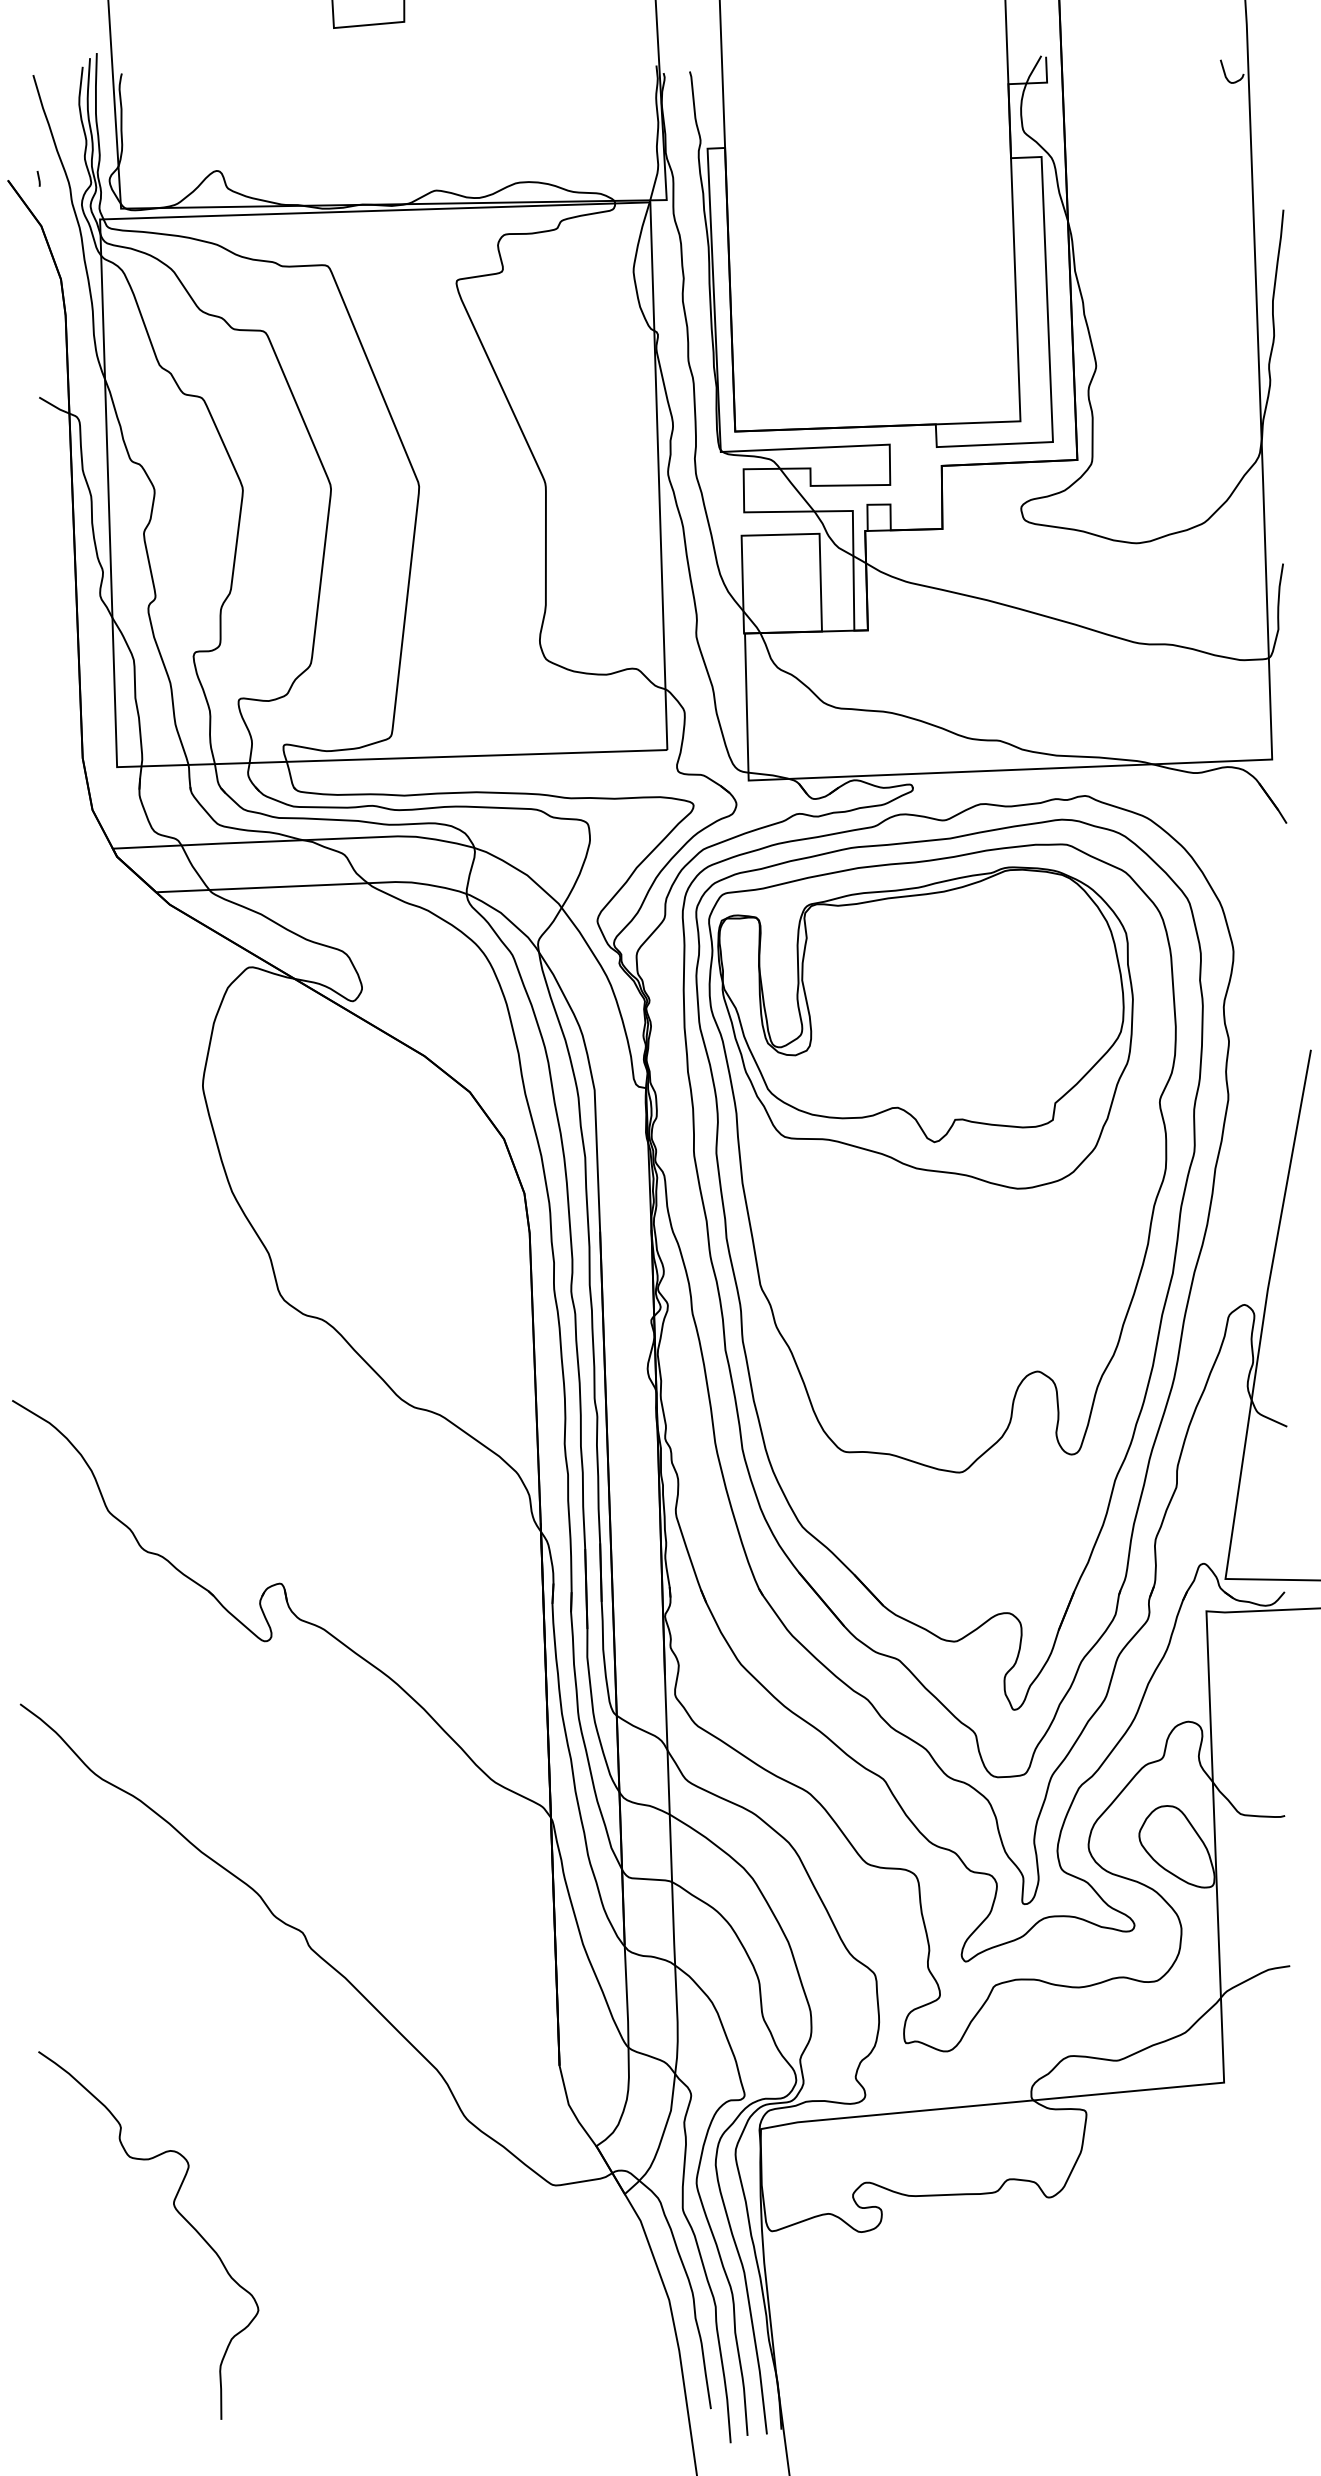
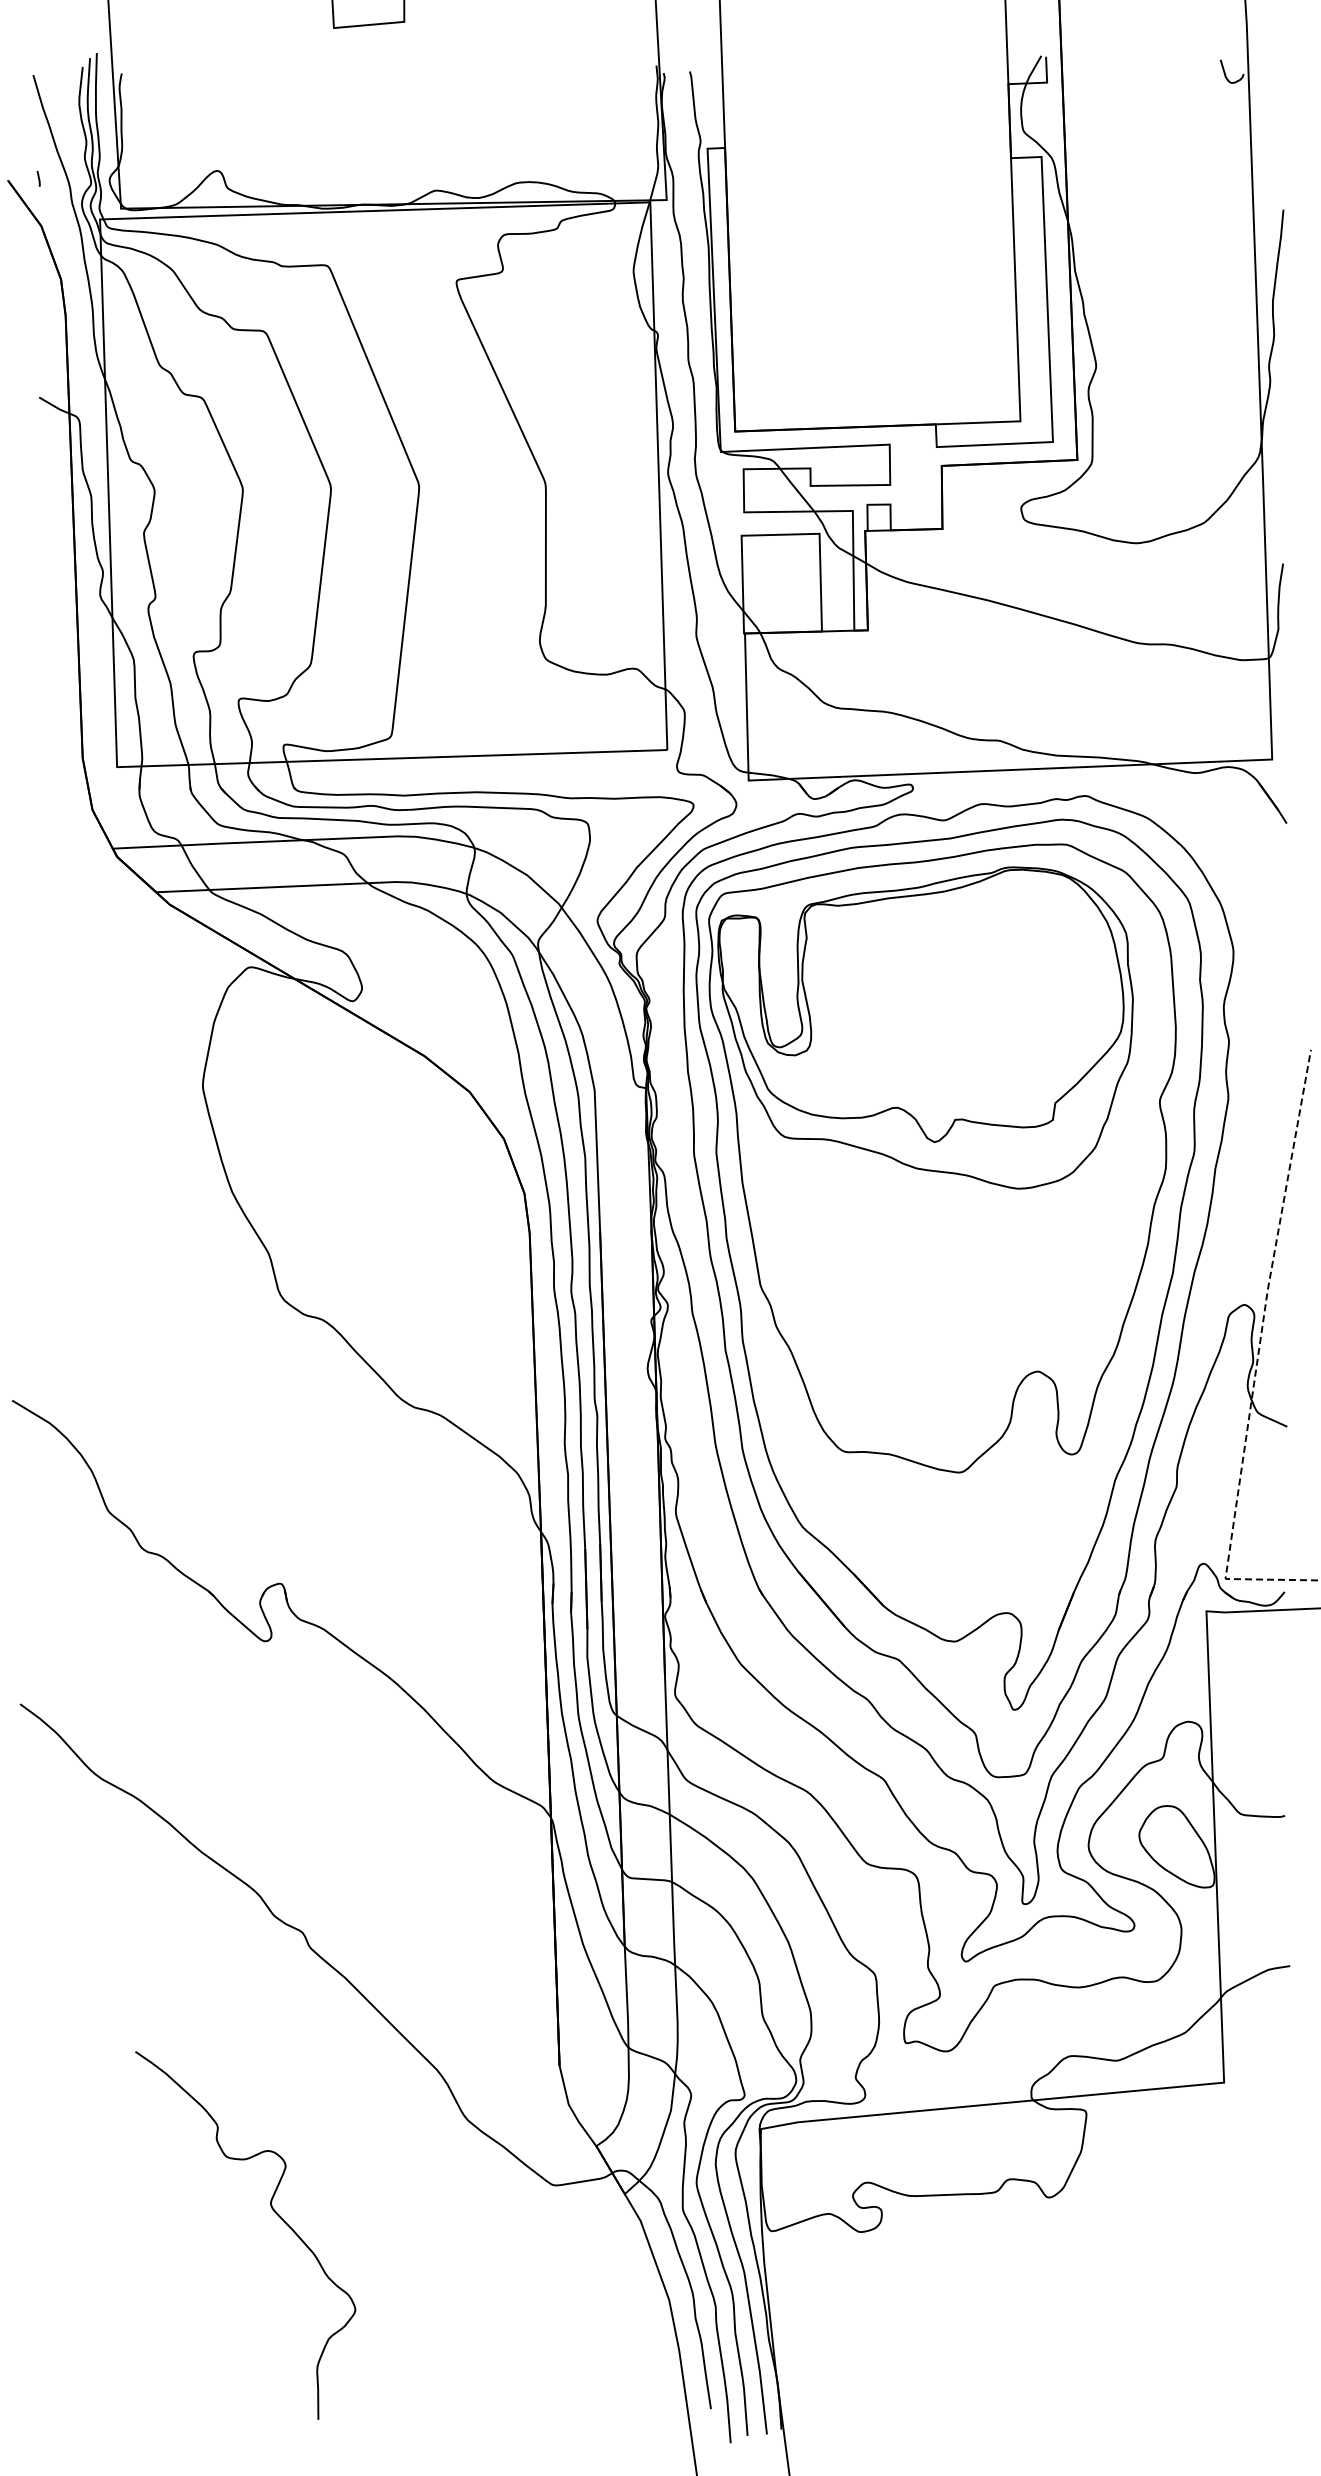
line at (1257, 1360): solid -> dashed
curve at (175, 2210) position: (175, 2210) -> (272, 2210)
